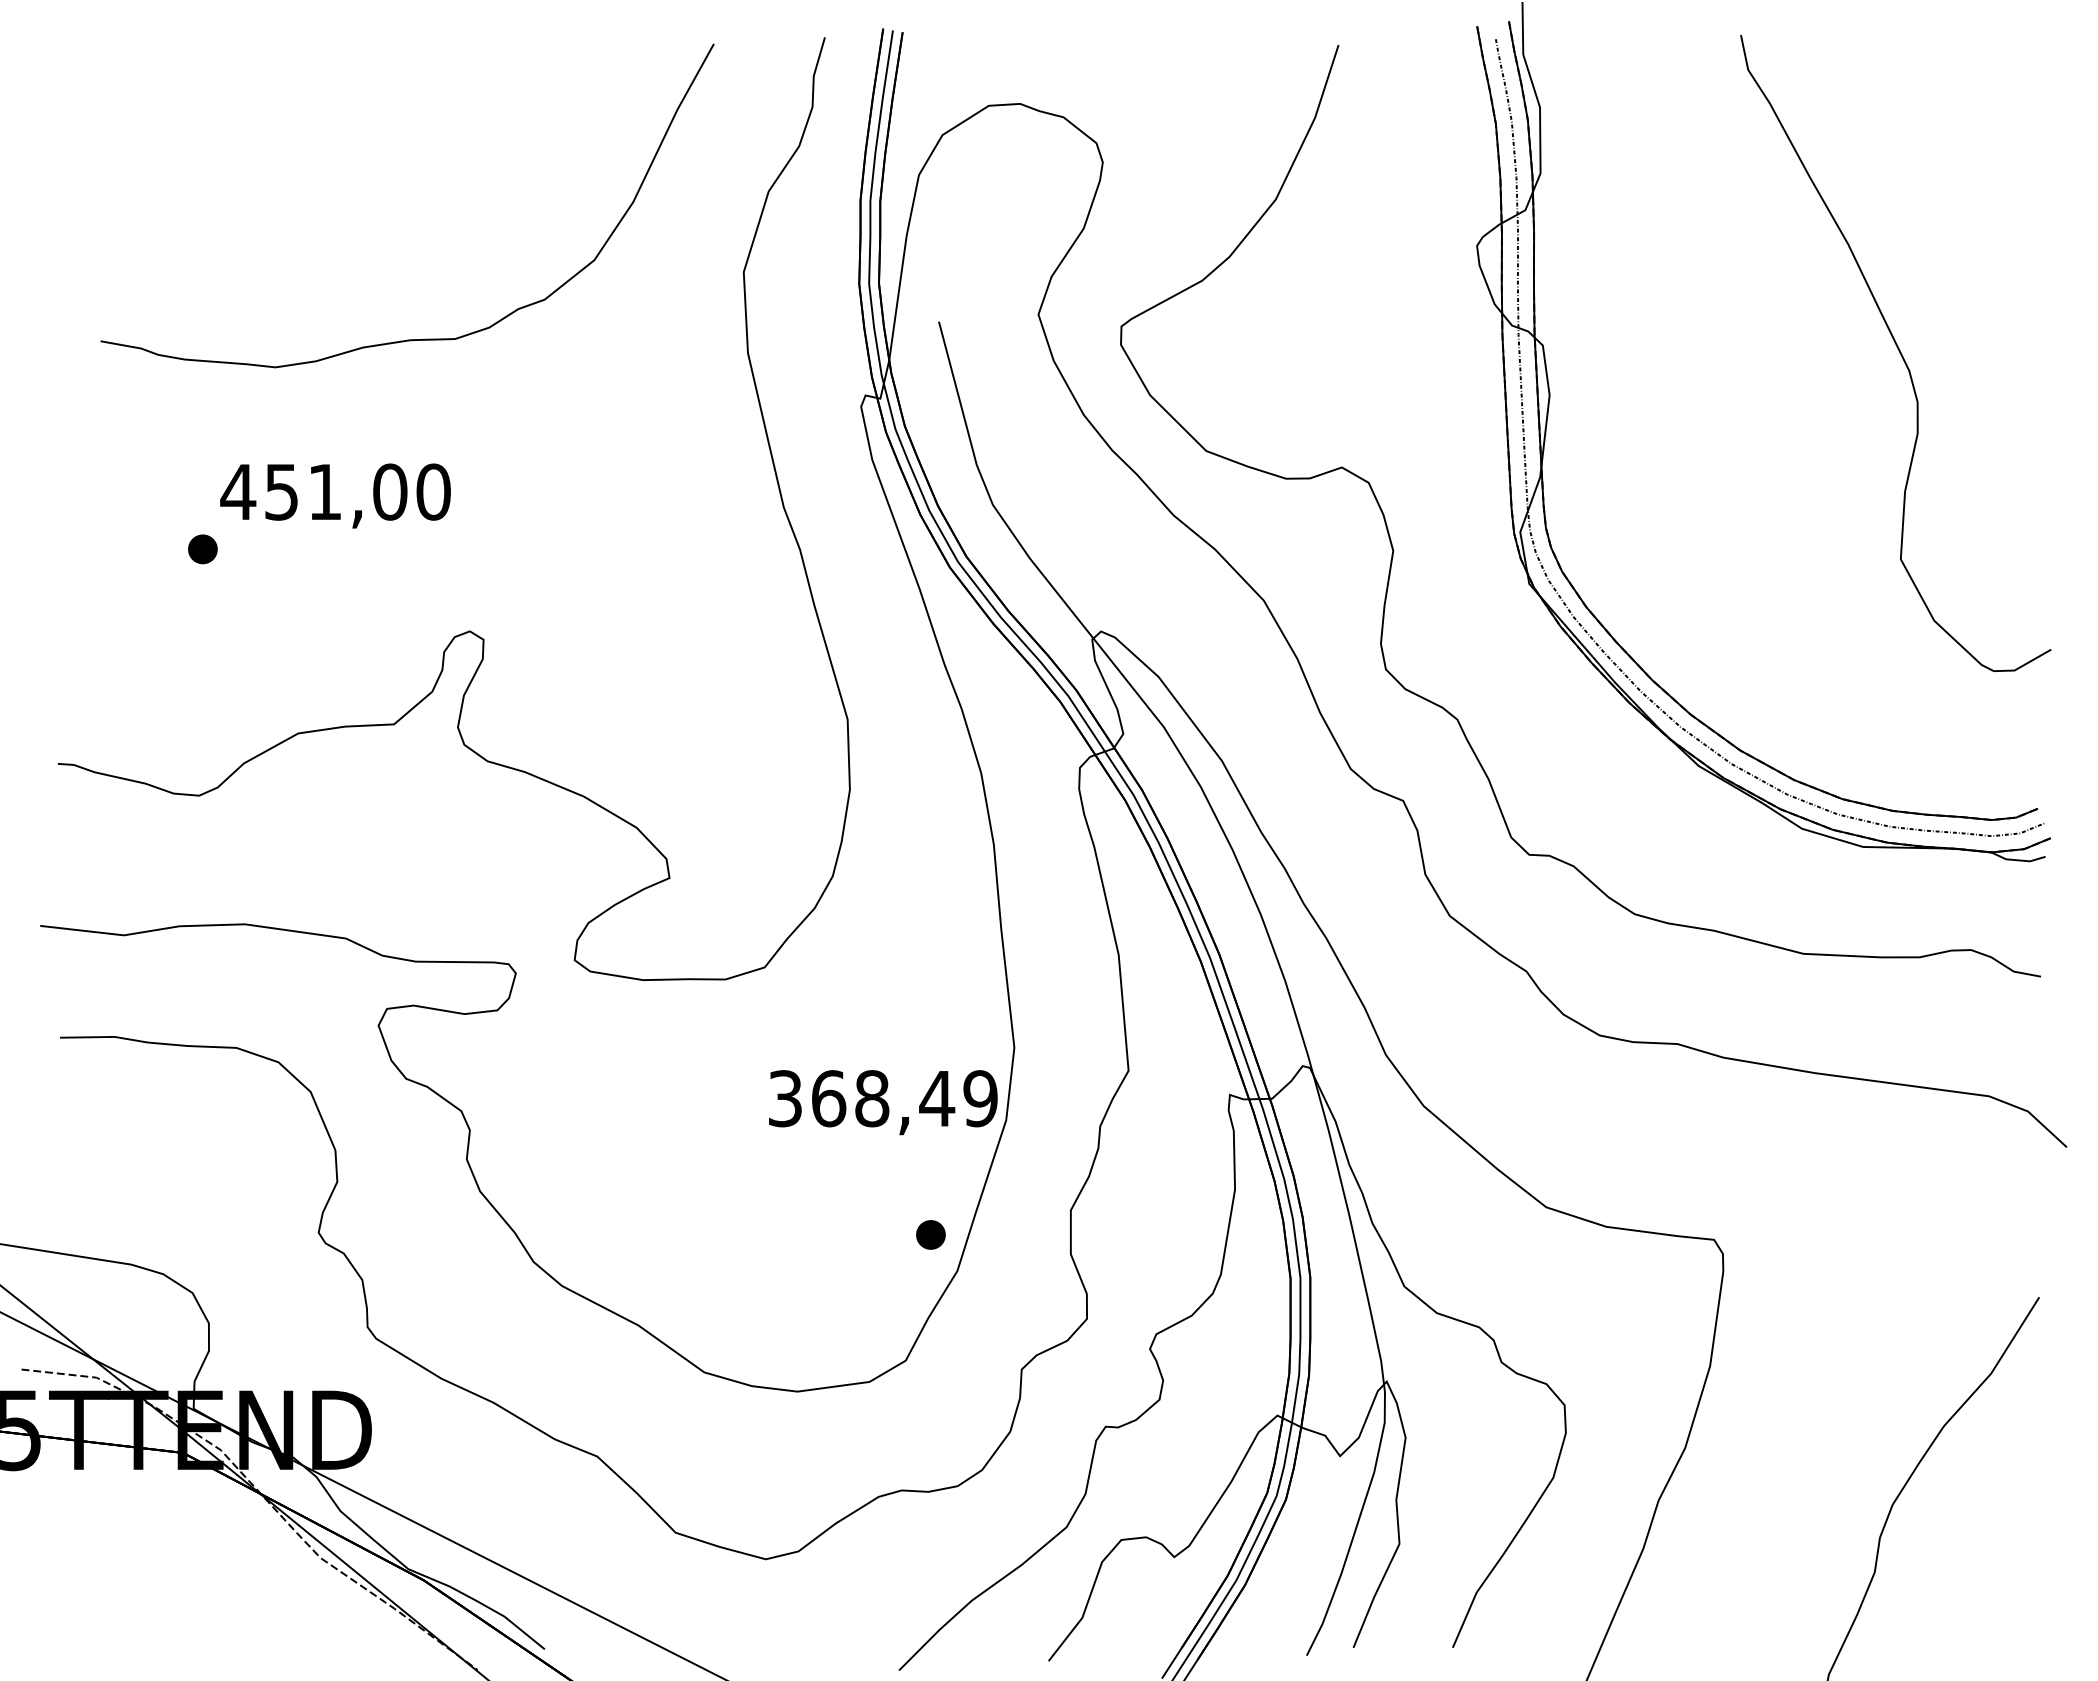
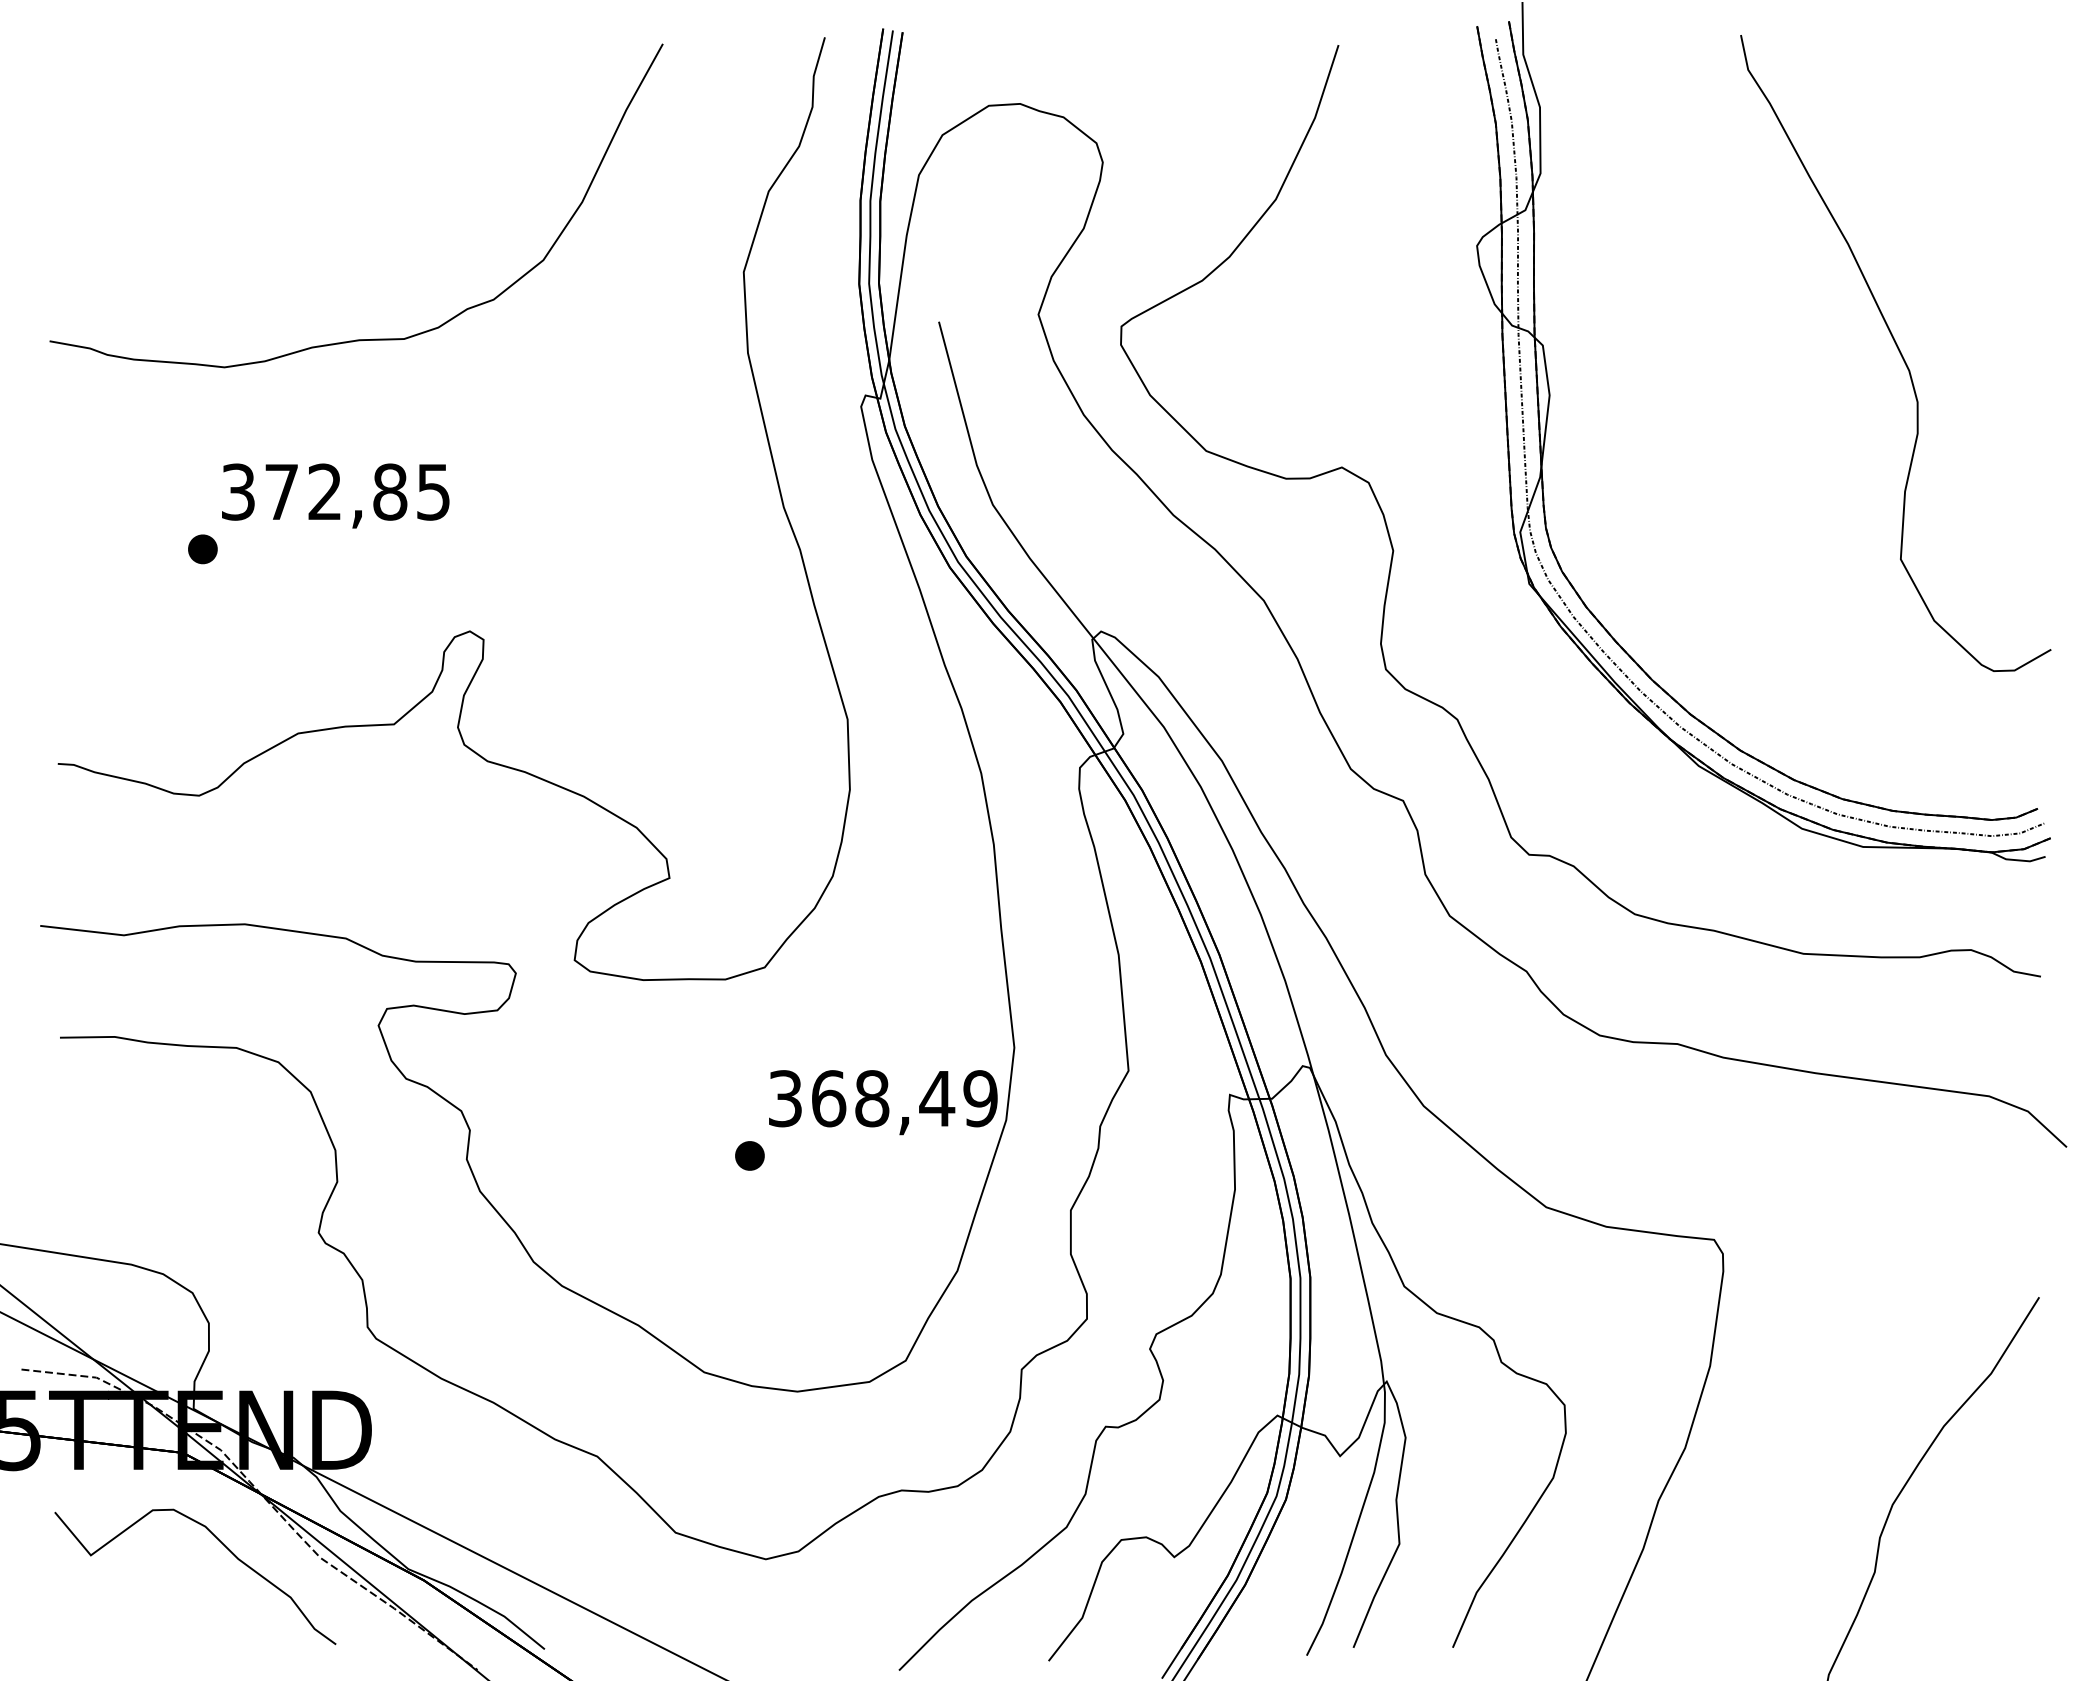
curve at (407, 339) position: (407, 339) -> (356, 339)
text at (335, 491): 451,00 -> 372,85
part at (930, 1234) position: (930, 1234) -> (749, 1155)
curve at (224, 1546): none -> present
